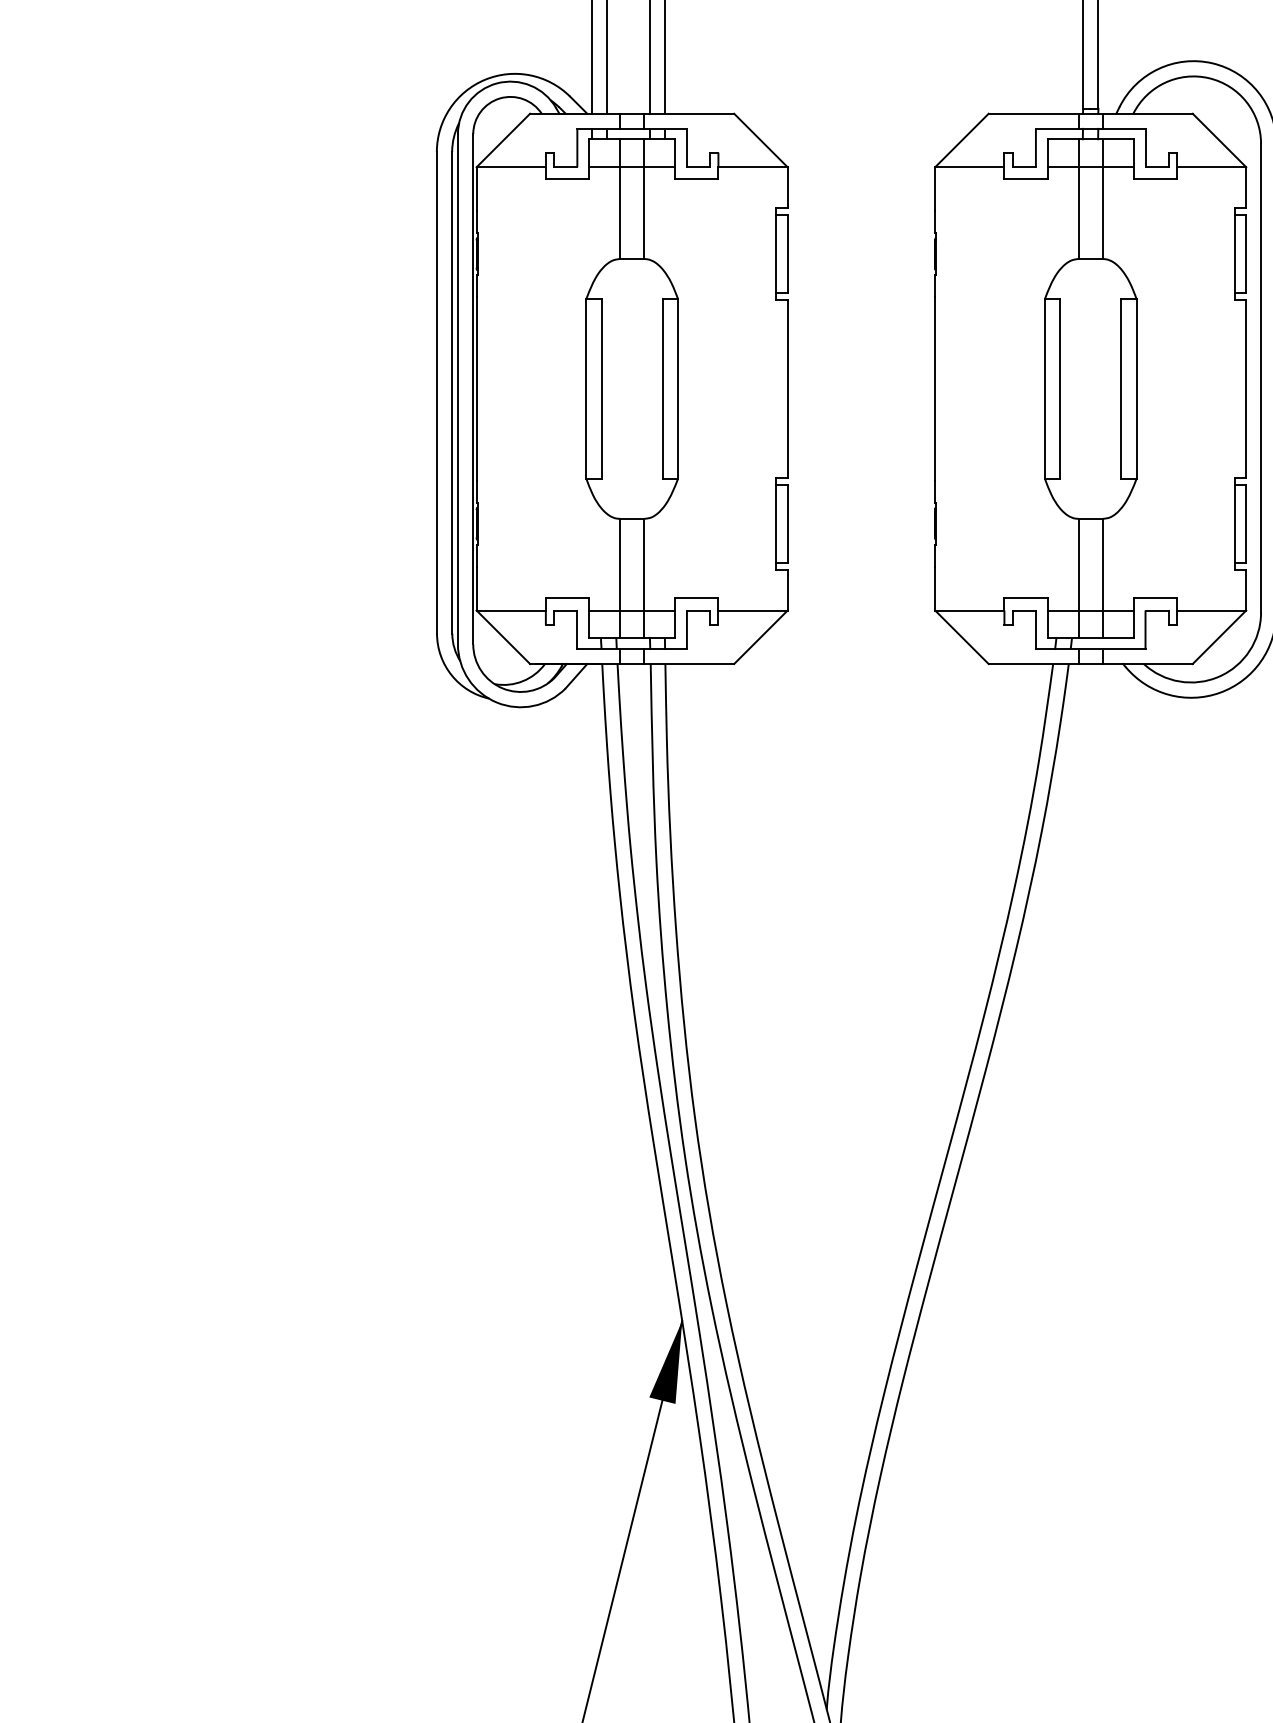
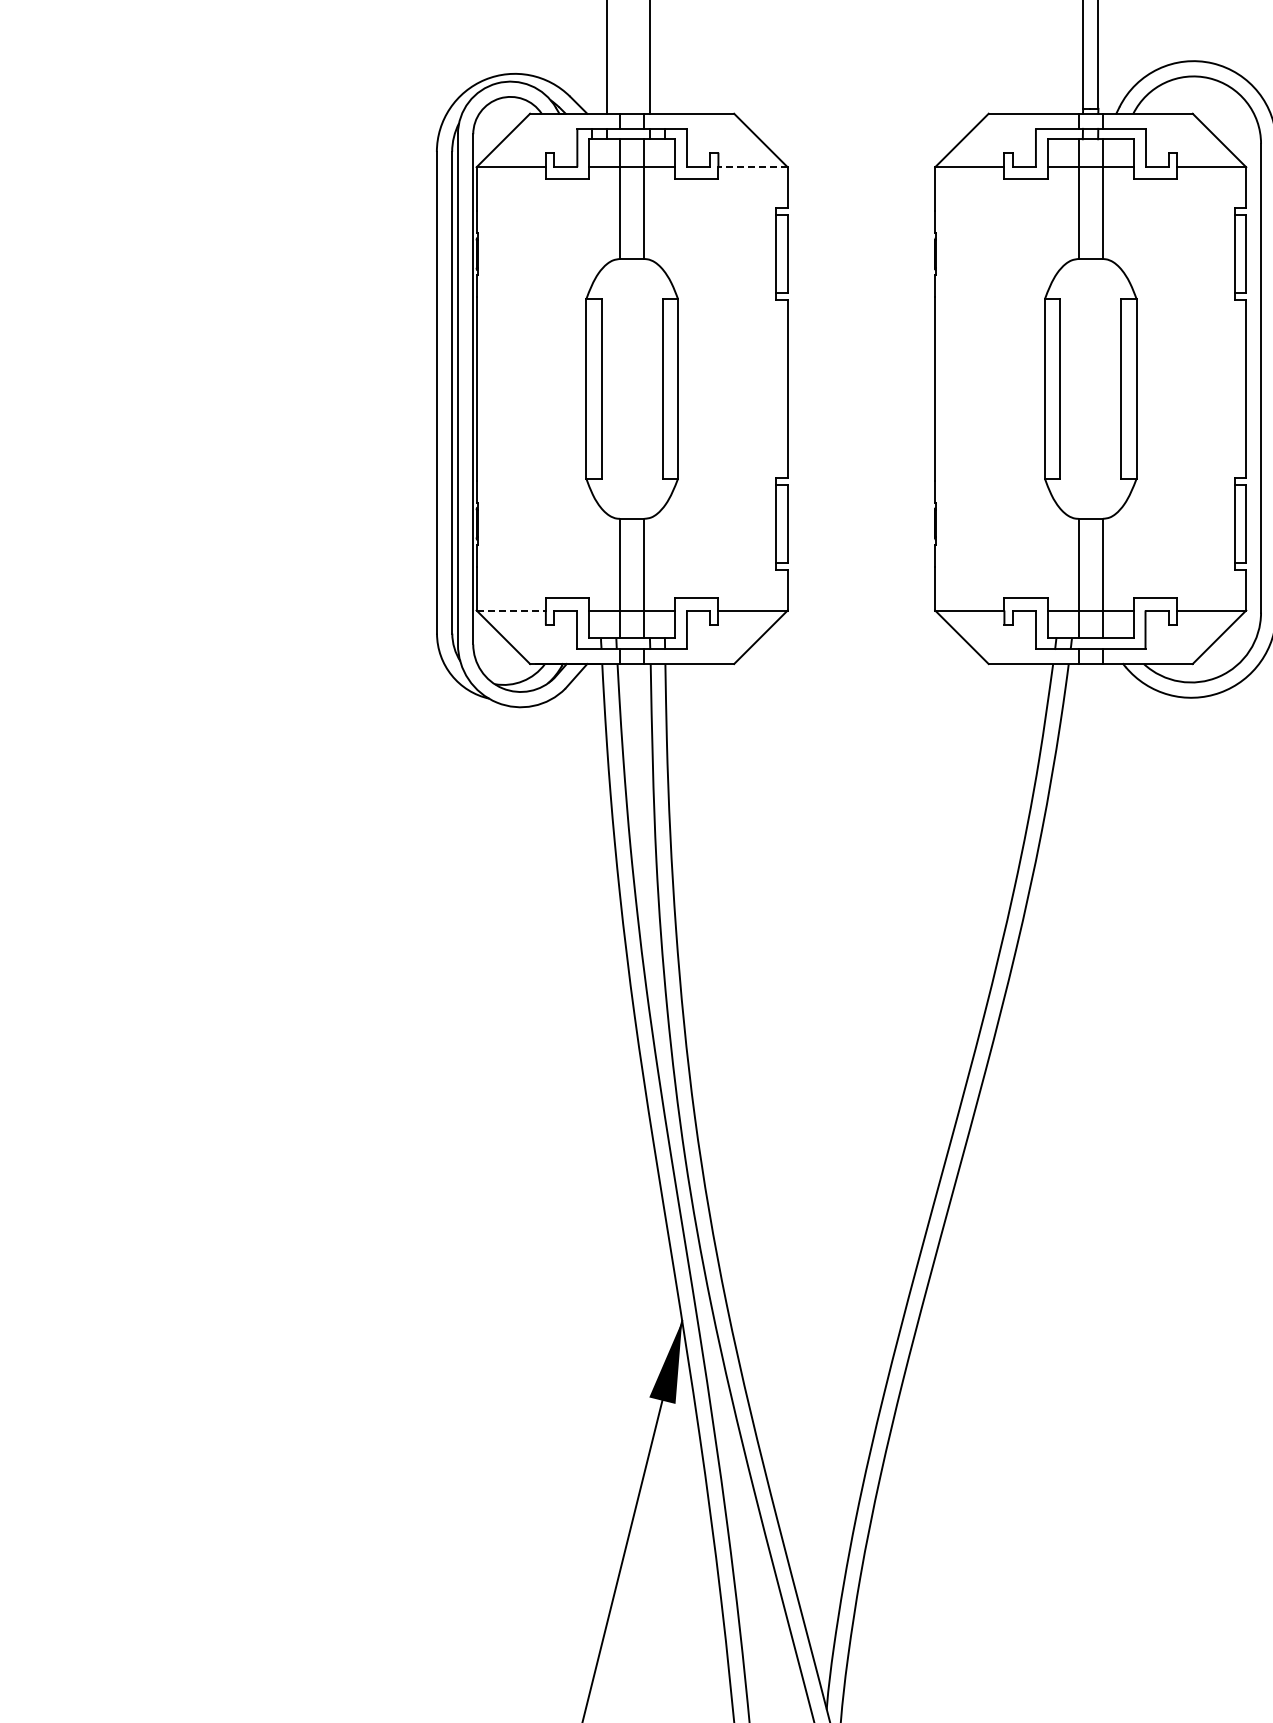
line at (591, 57): present -> none
line at (665, 57): present -> none
line at (753, 167): solid -> dashed
line at (511, 610): solid -> dashed
